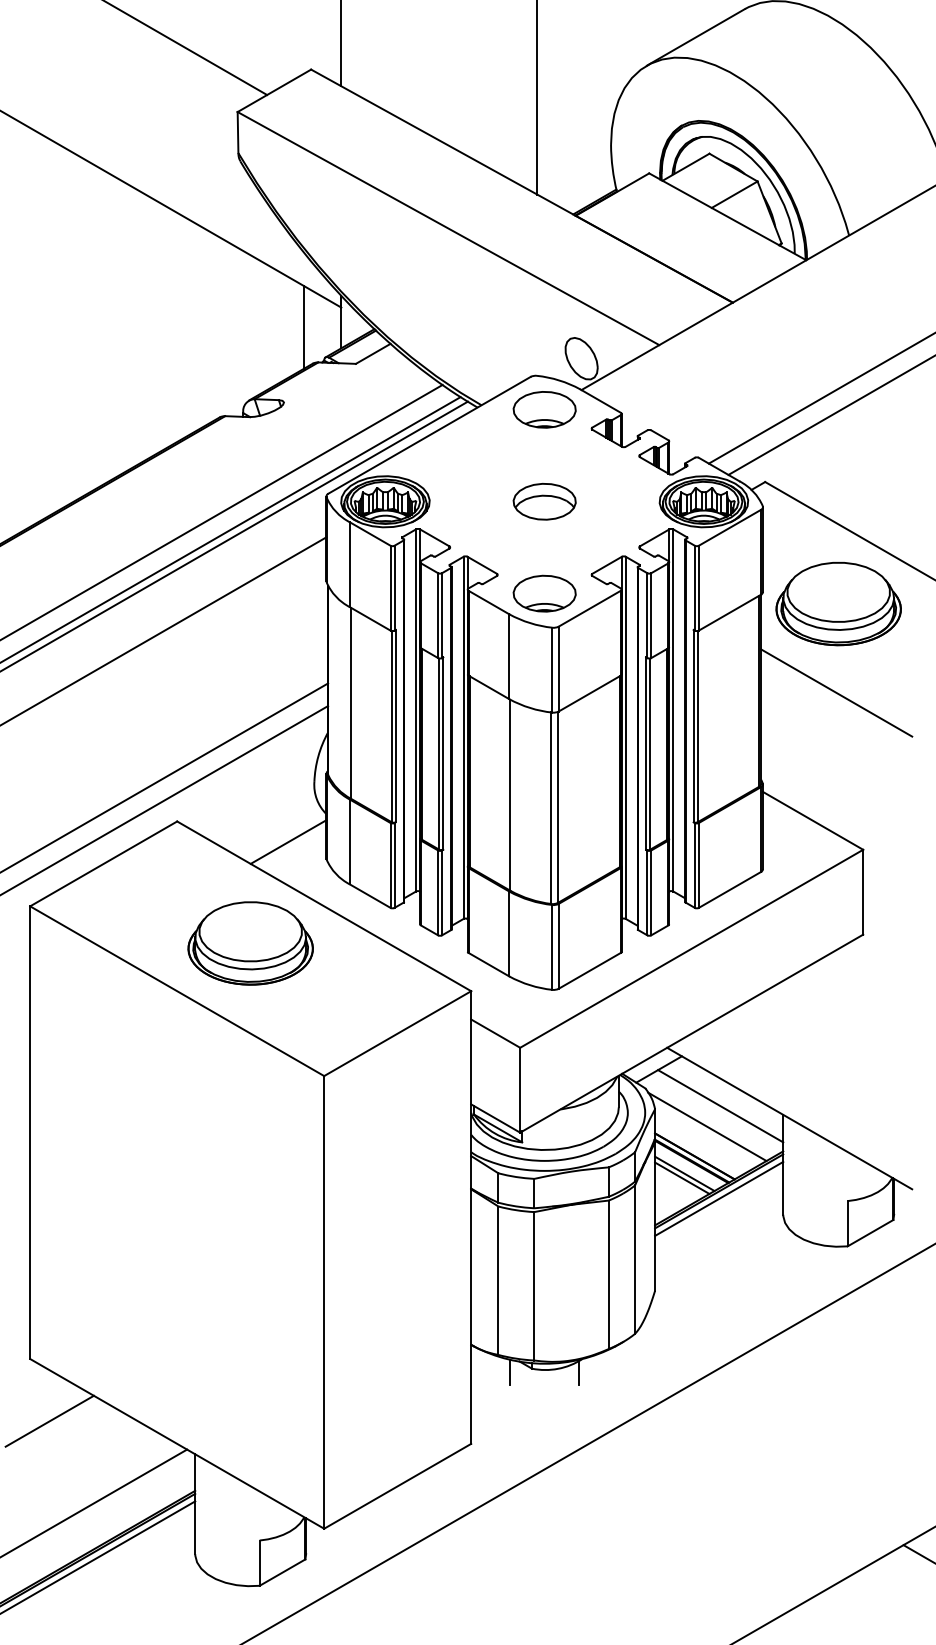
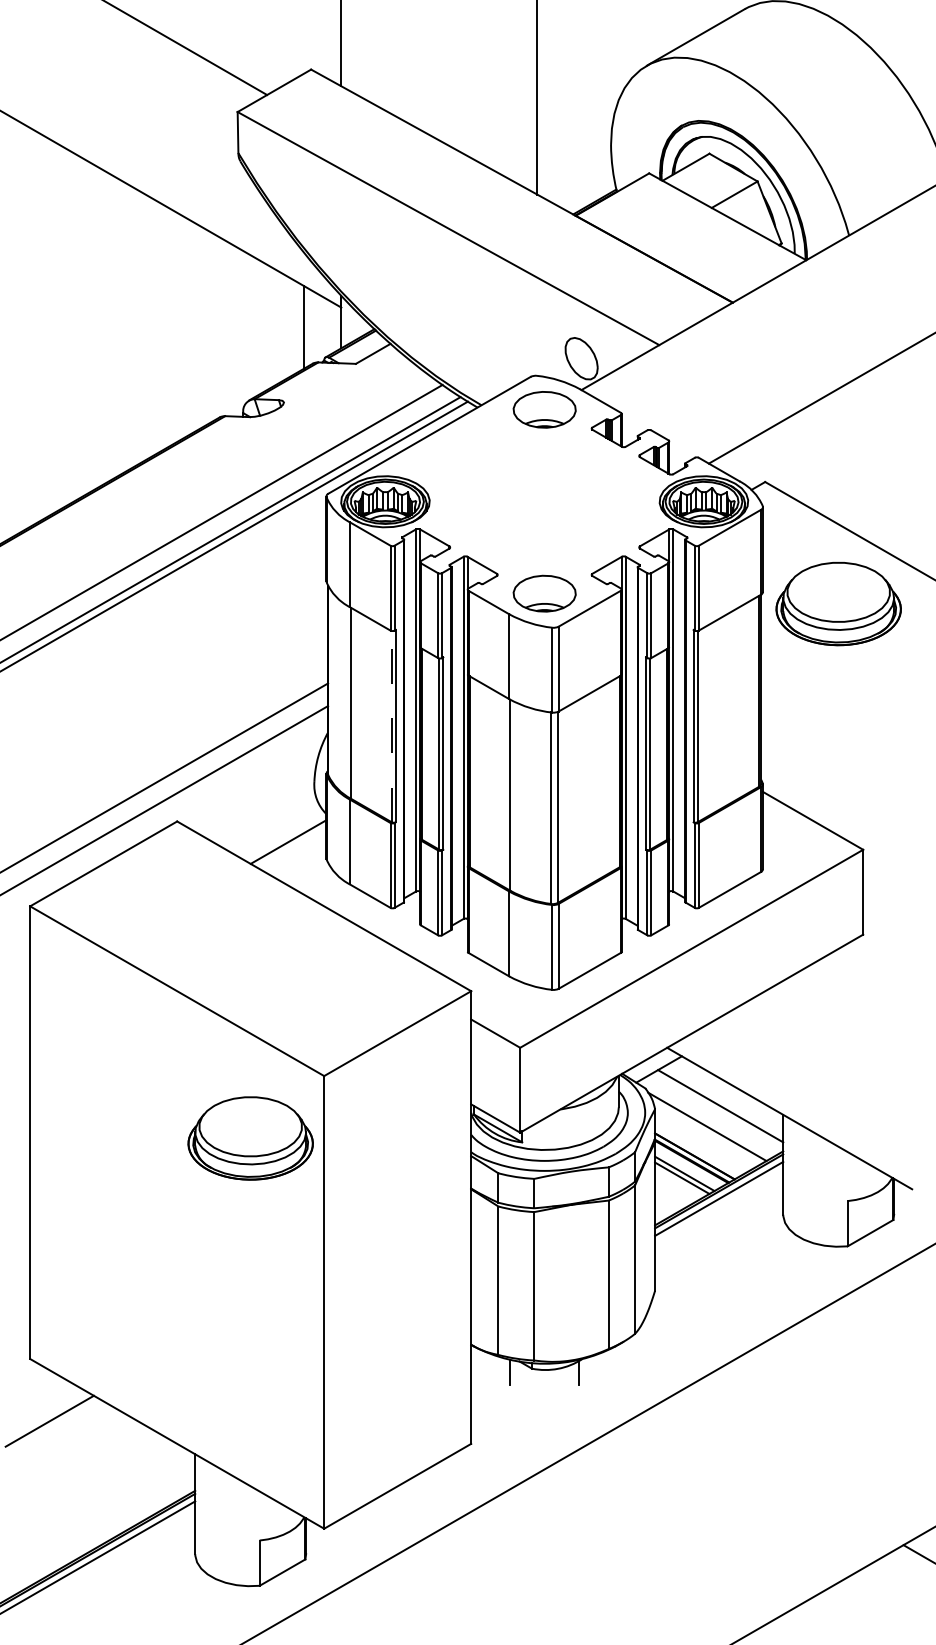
line at (830, 415): present -> none
part at (544, 501): present -> none
line at (164, 630): present -> none
line at (836, 692): present -> none
line at (391, 726): solid -> dashed
part at (250, 943) position: (250, 943) -> (250, 1138)
line at (94, 1502): present -> none
